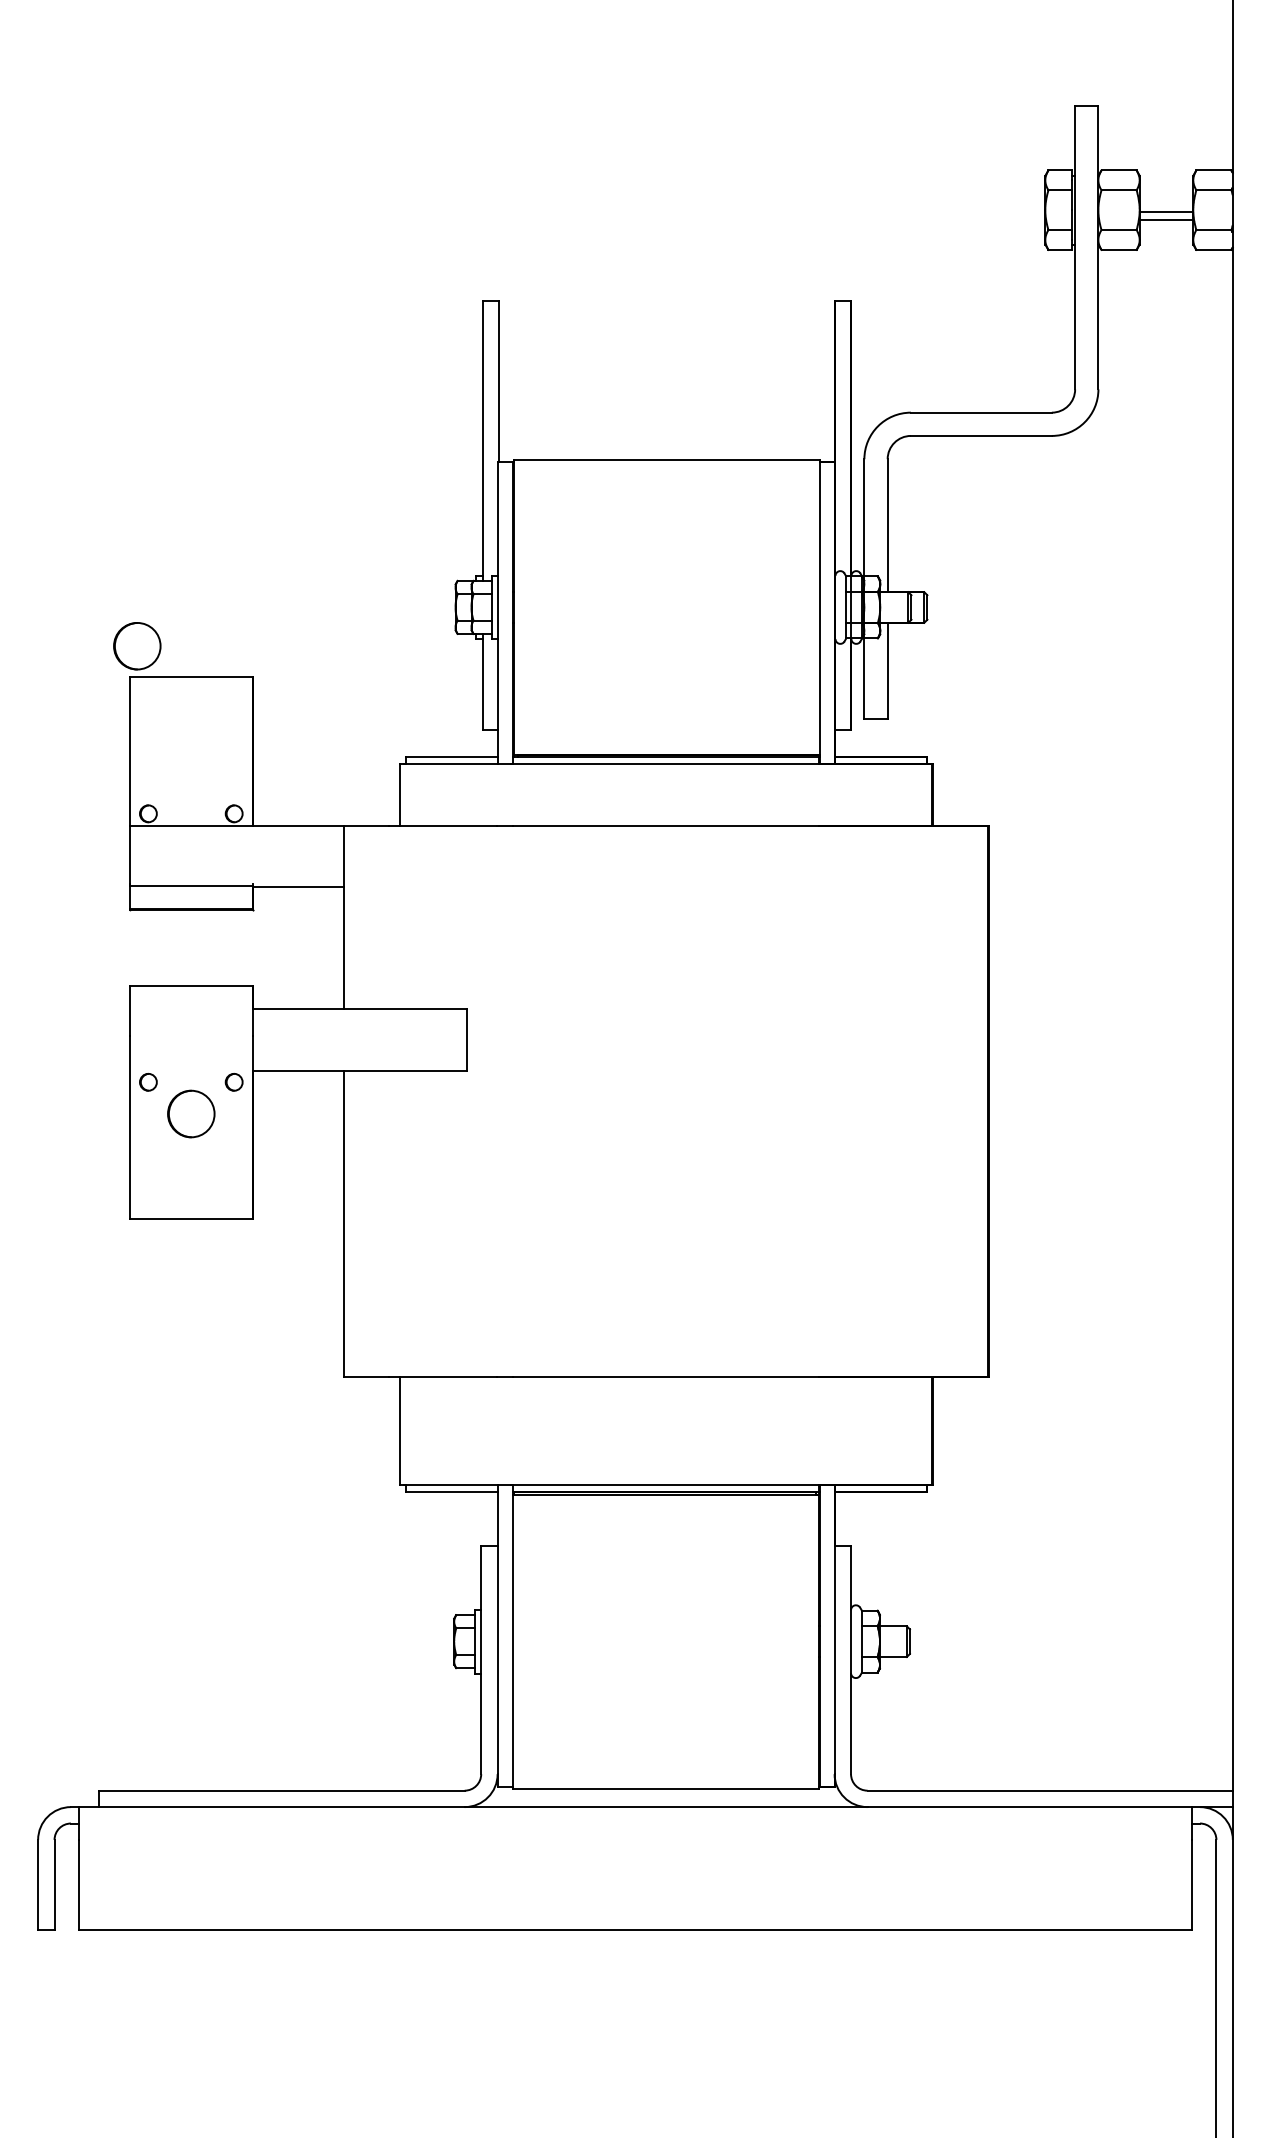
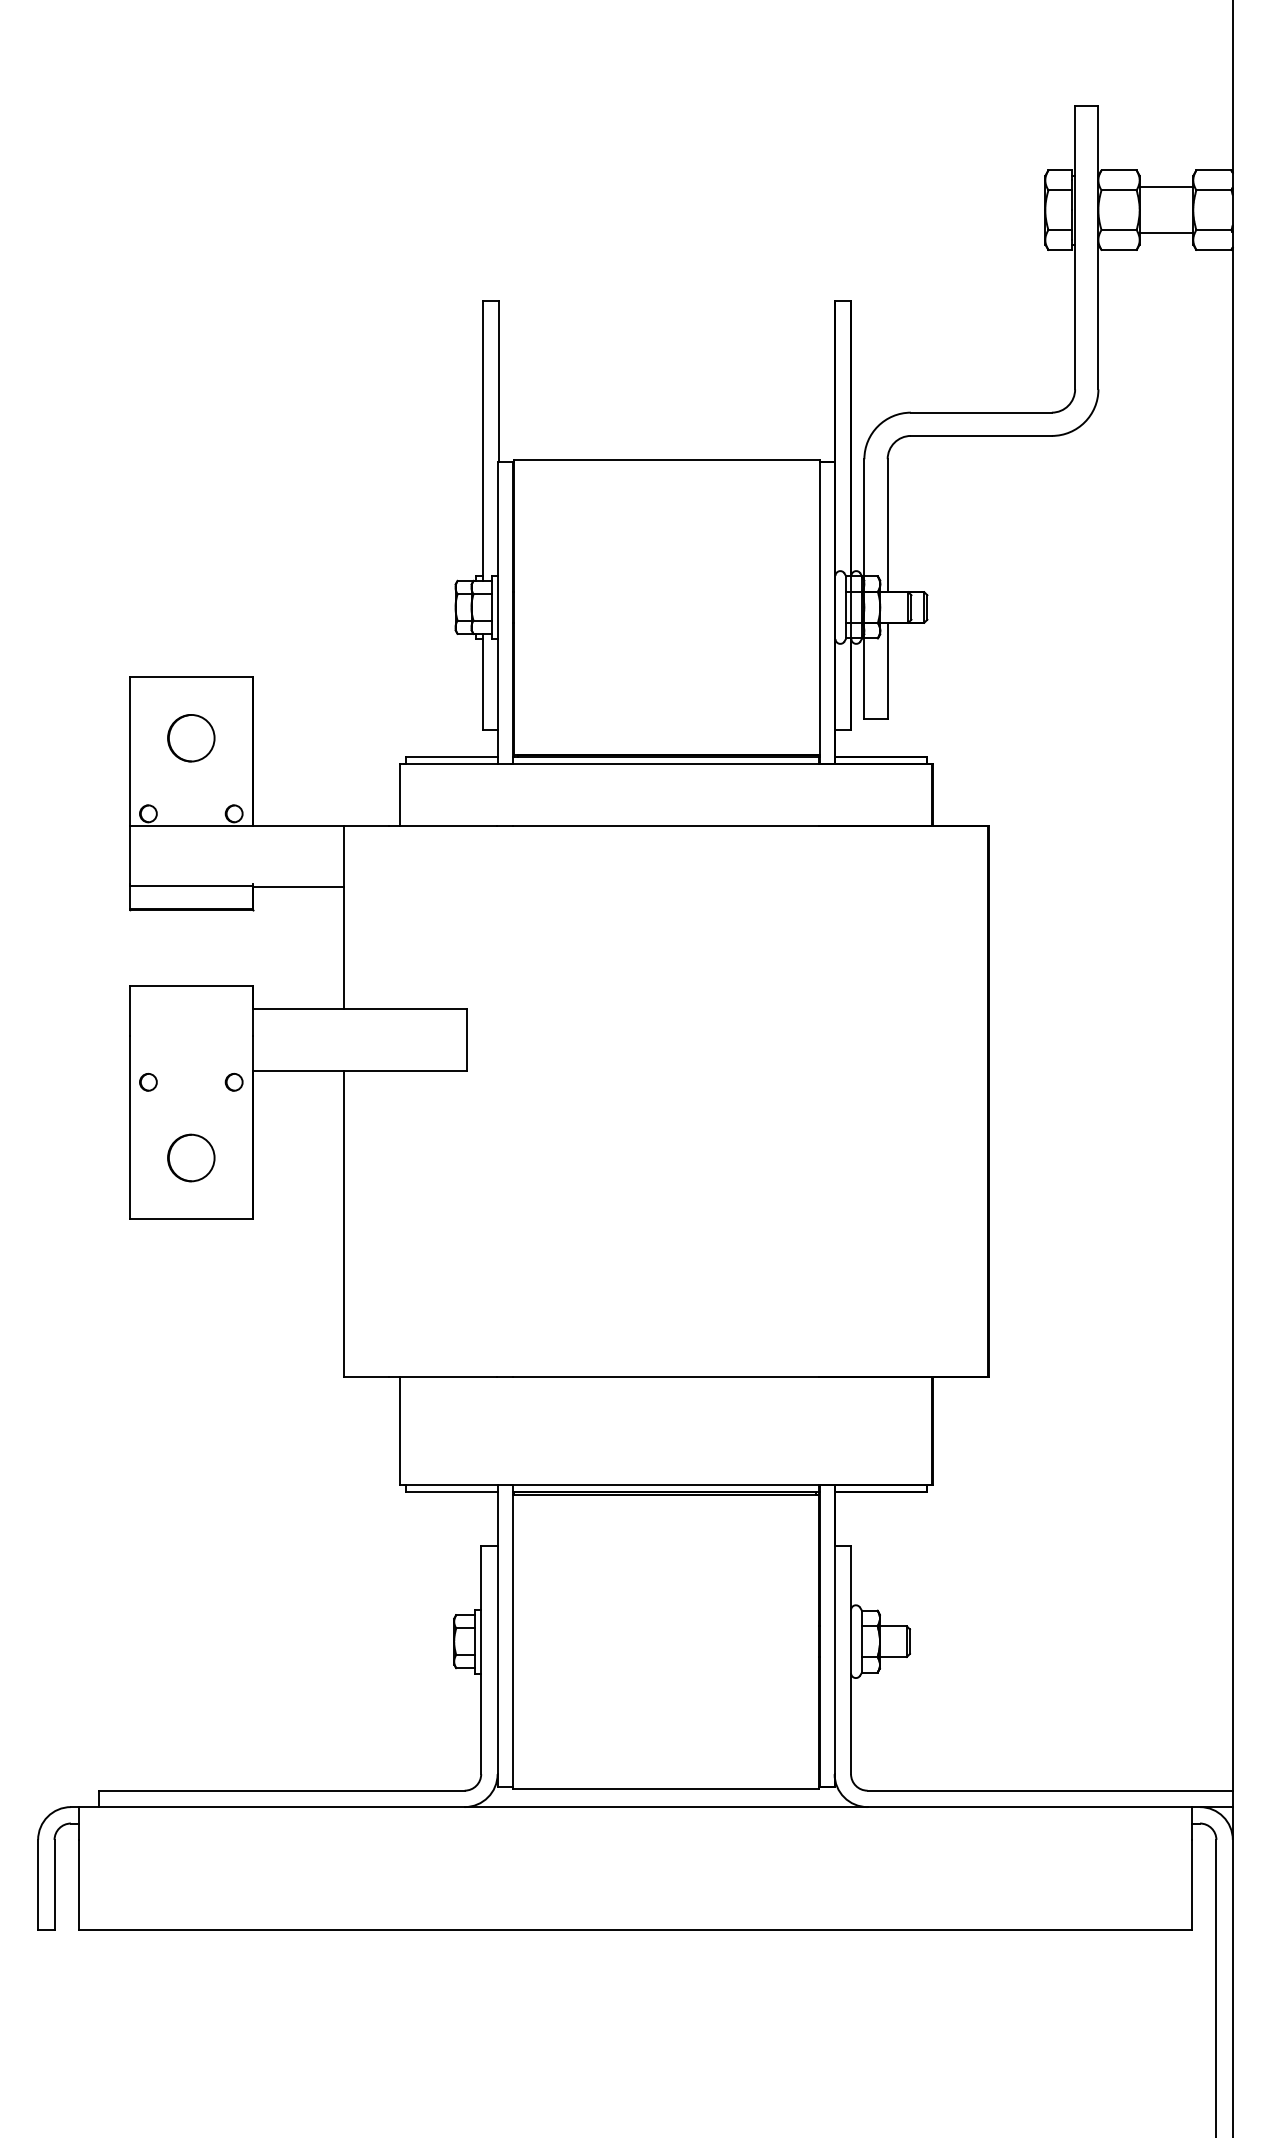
line at (1166, 212) position: (1166, 212) -> (1166, 187)
line at (1166, 220) position: (1166, 220) -> (1166, 233)
circle at (137, 646) position: (137, 646) -> (191, 738)
part at (191, 1113) position: (191, 1113) -> (191, 1157)
